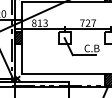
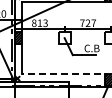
line at (66, 74): solid -> dashed
